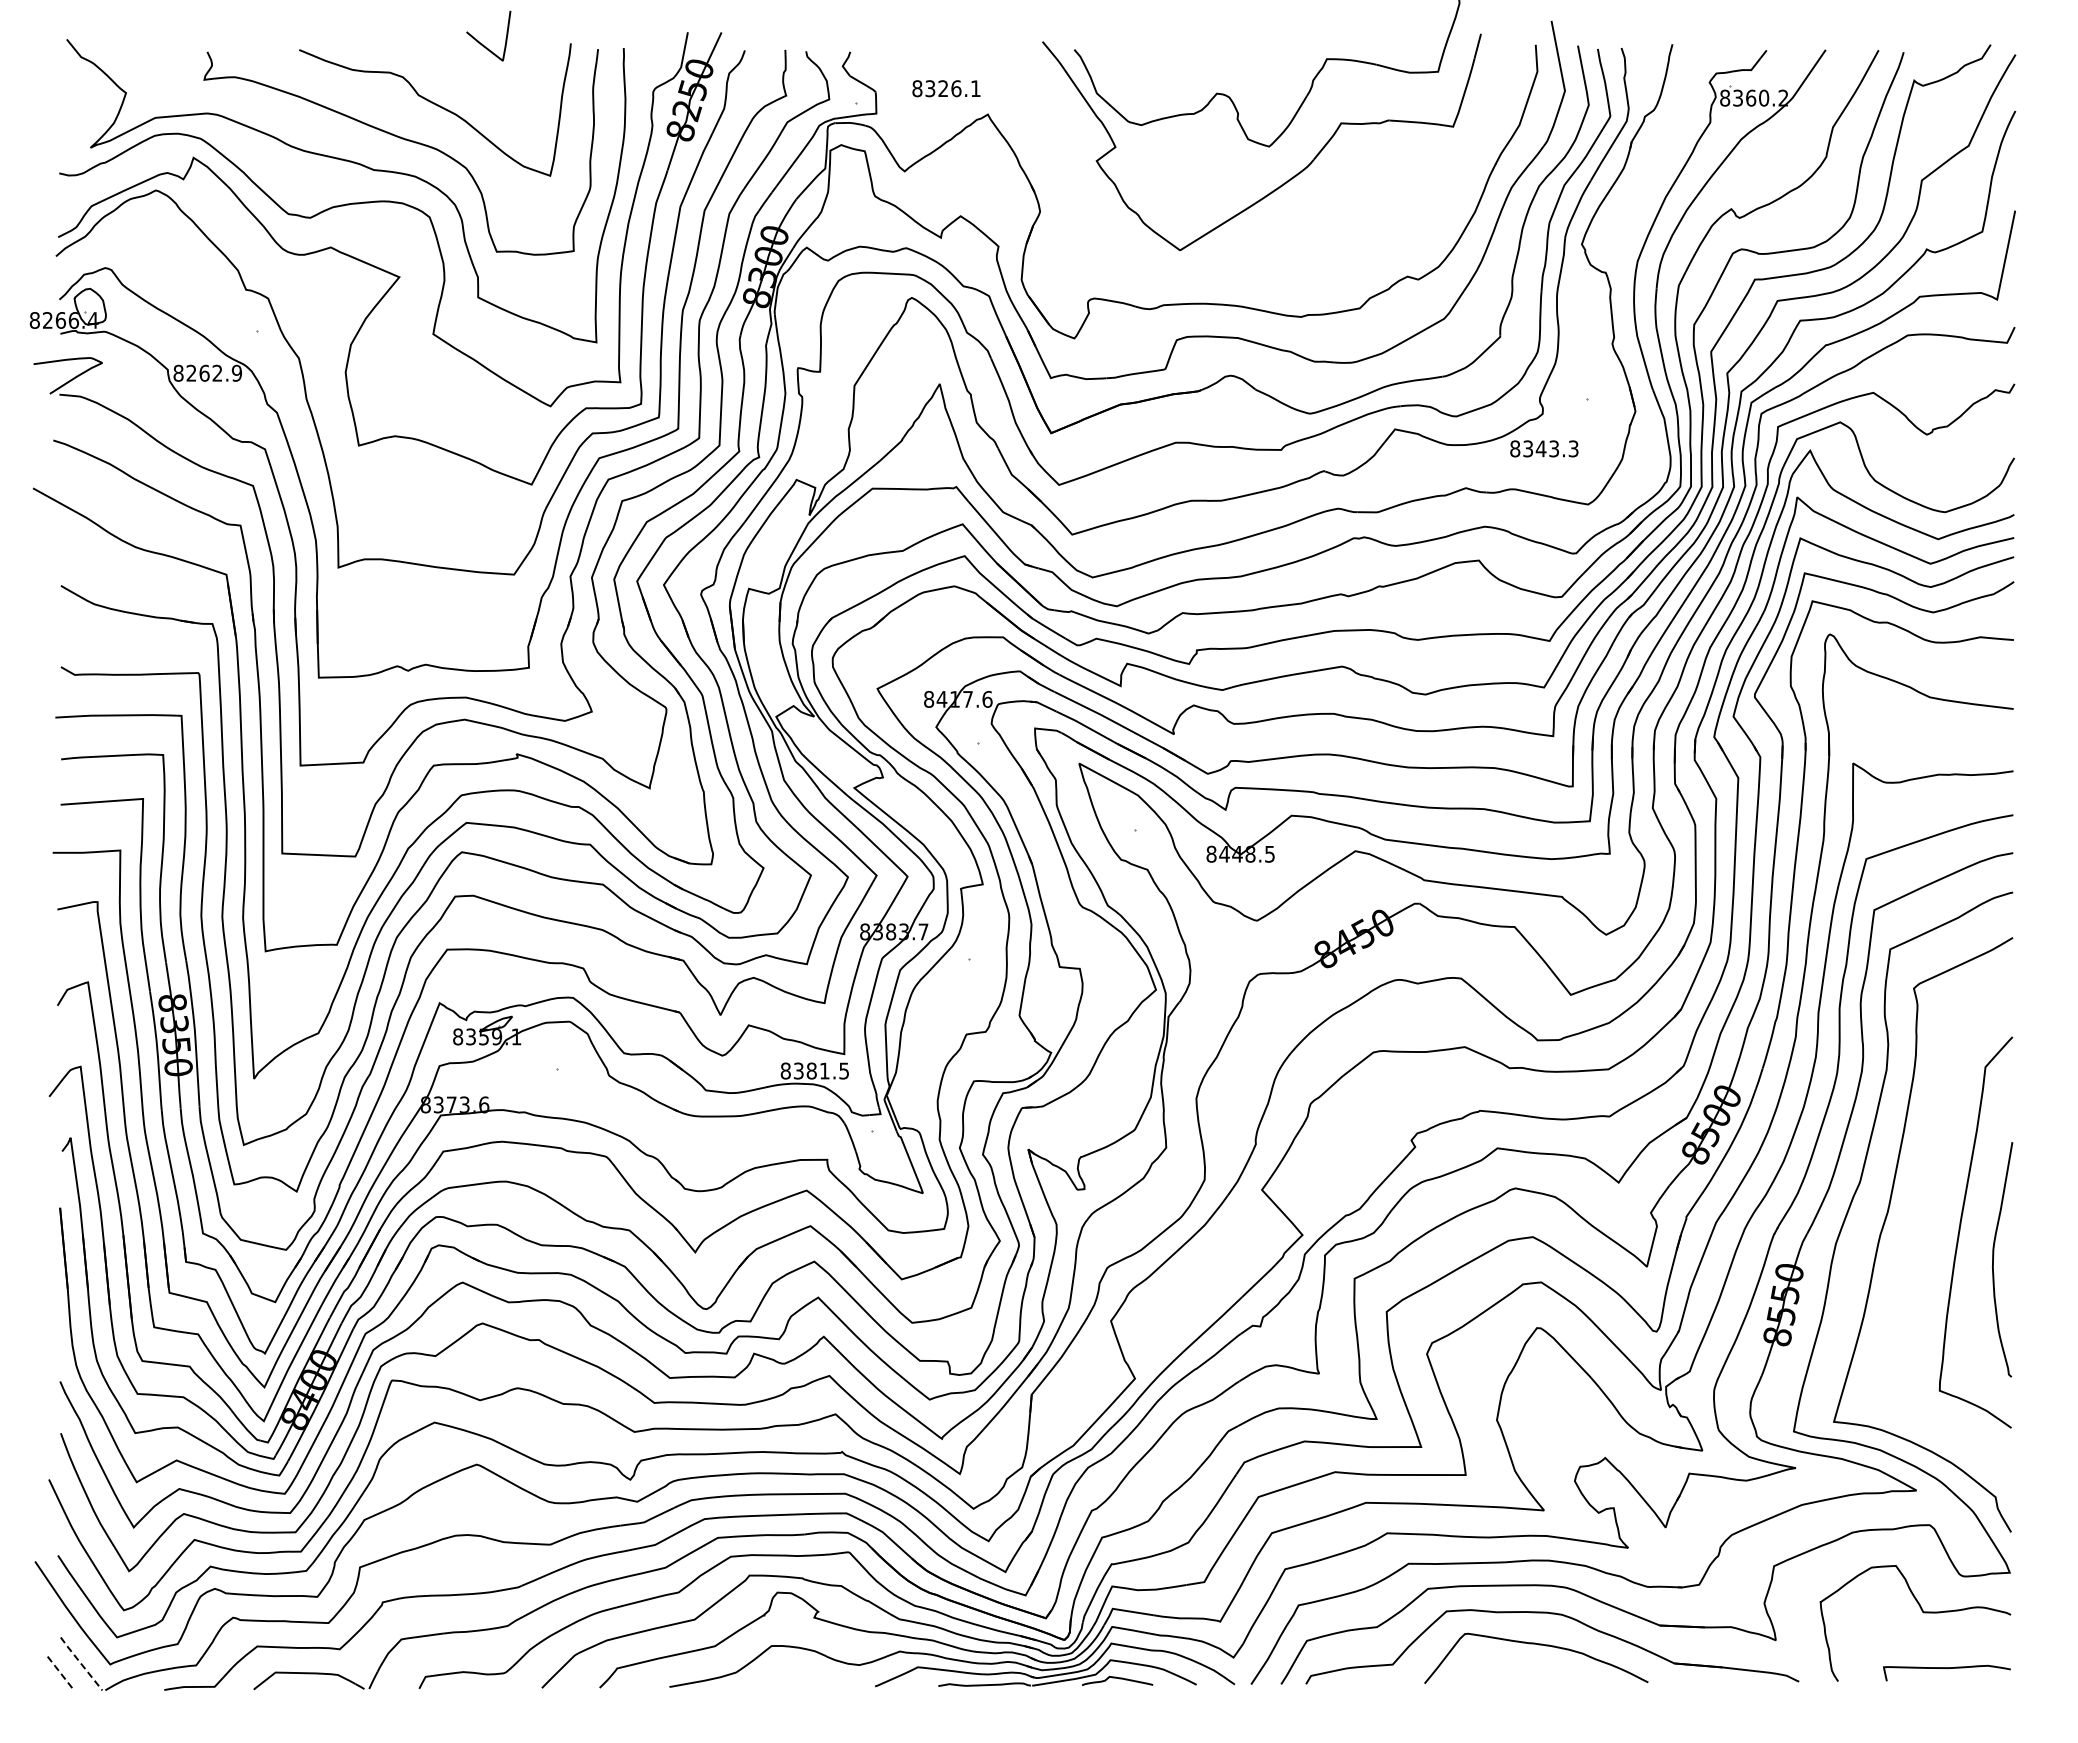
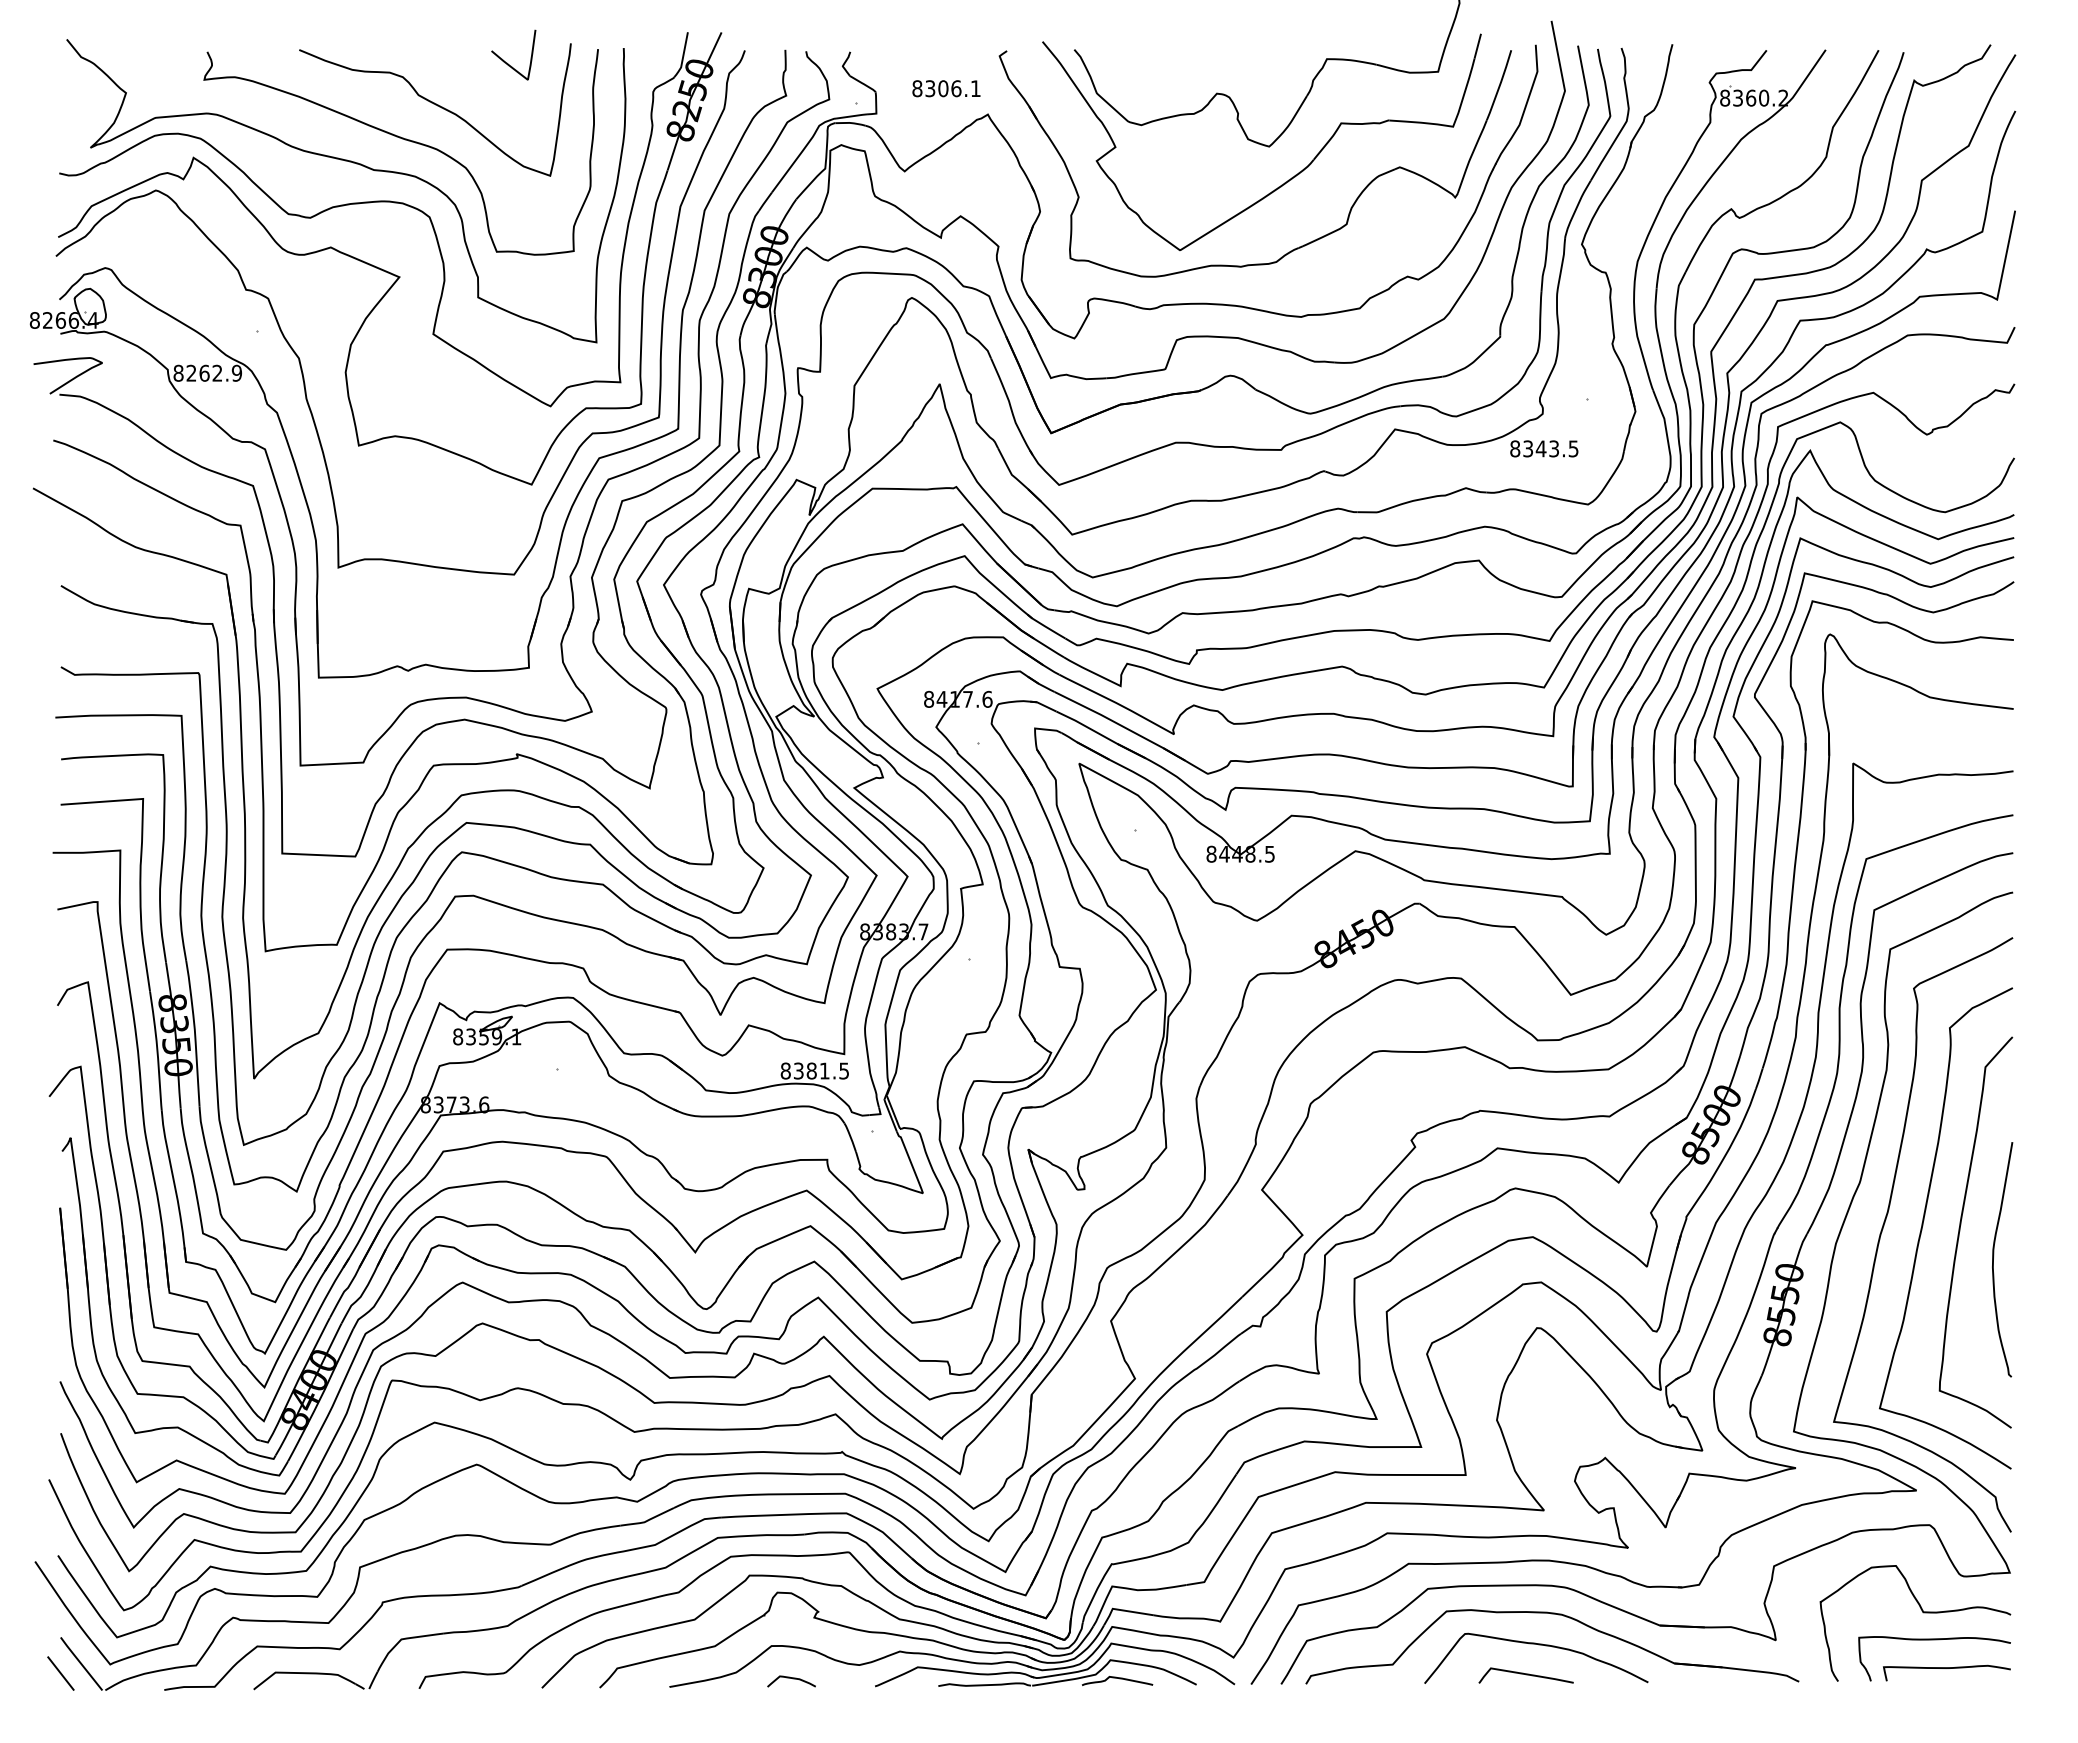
curve at (482, 43) position: (482, 43) -> (507, 62)
text at (943, 88): 8326.1 -> 8306.1
part at (1296, 247): none -> present
text at (1573, 448): 8343.3 -> 8343.5
curve at (1923, 1225): none -> present
curve at (1934, 1640): none -> present
line at (80, 1663): dashed -> solid
line at (60, 1673): dashed -> solid
curve at (1525, 1674): none -> present
curve at (792, 1679): none -> present
